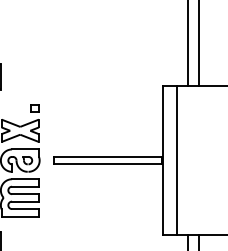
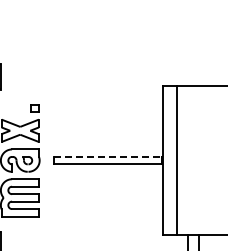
line at (187, 44): present -> none
line at (199, 44): present -> none
line at (108, 156): solid -> dashed
